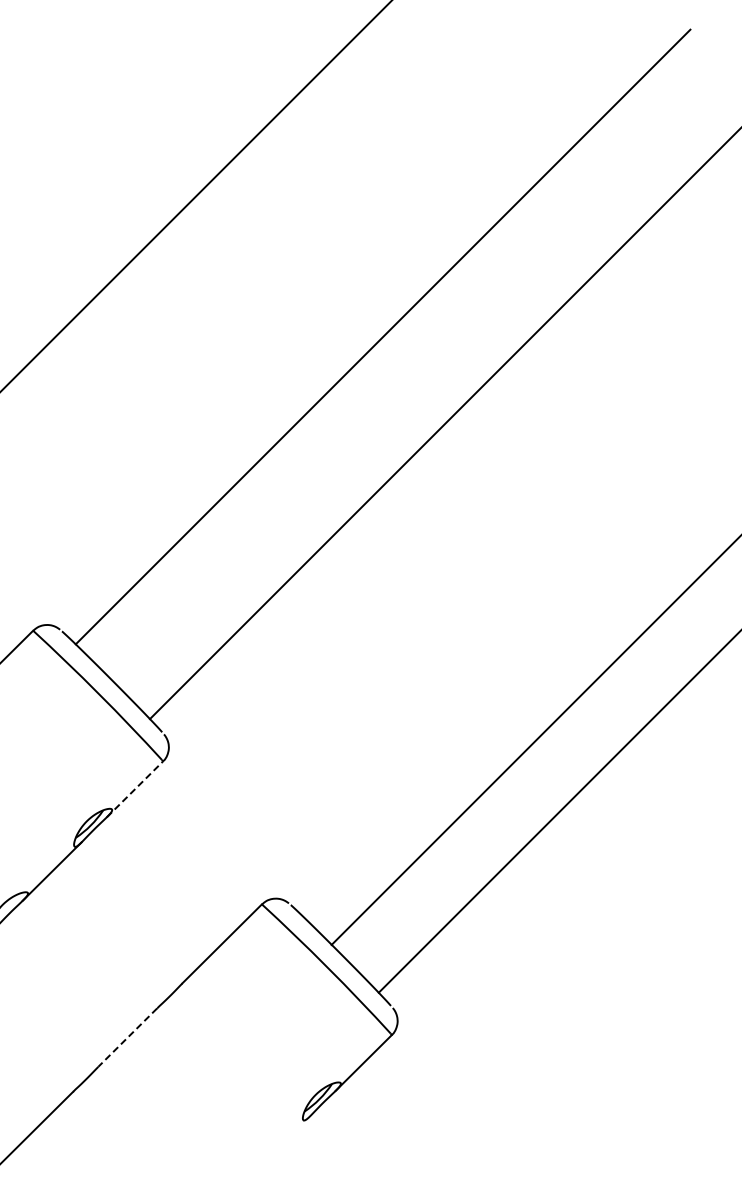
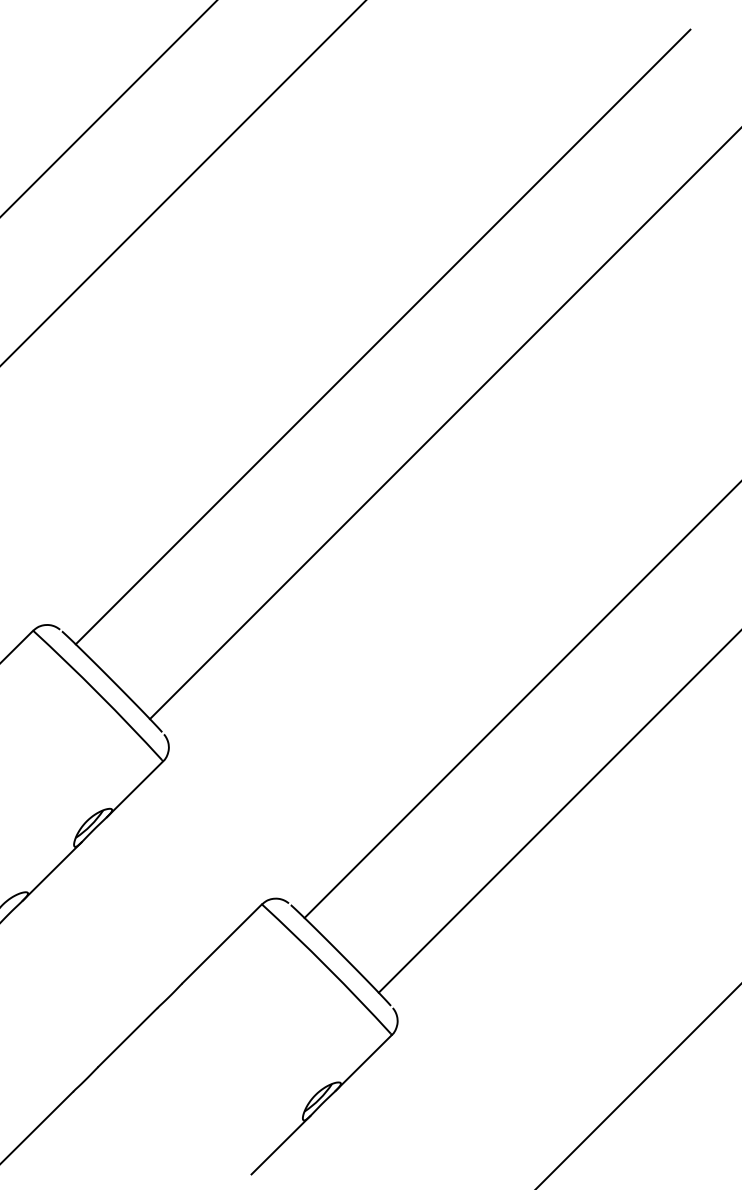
line at (108, 108): none -> present
line at (195, 196) position: (195, 196) -> (183, 182)
line at (534, 740) position: (534, 740) -> (521, 700)
line at (134, 789): dashed -> solid
line at (127, 1037): dashed -> solid
line at (638, 1086): none -> present
line at (280, 1145): none -> present
